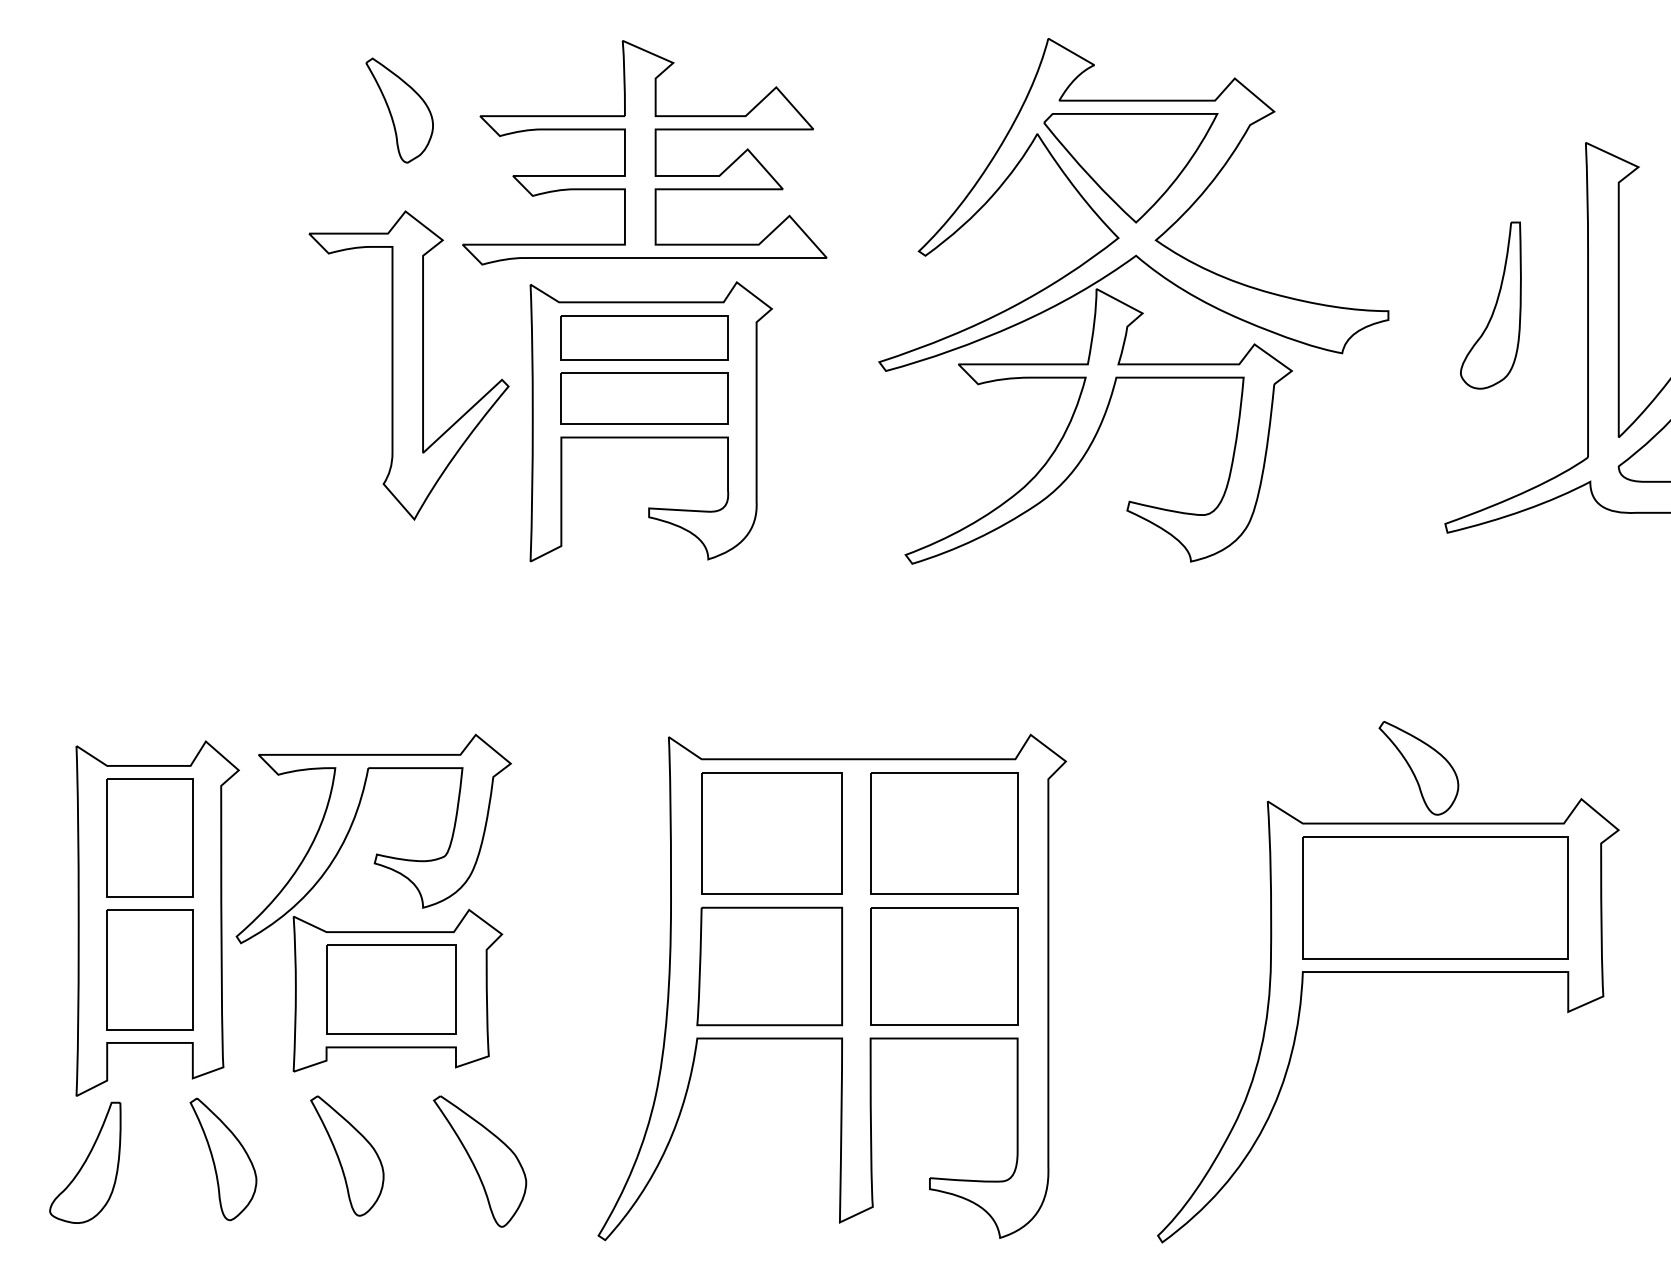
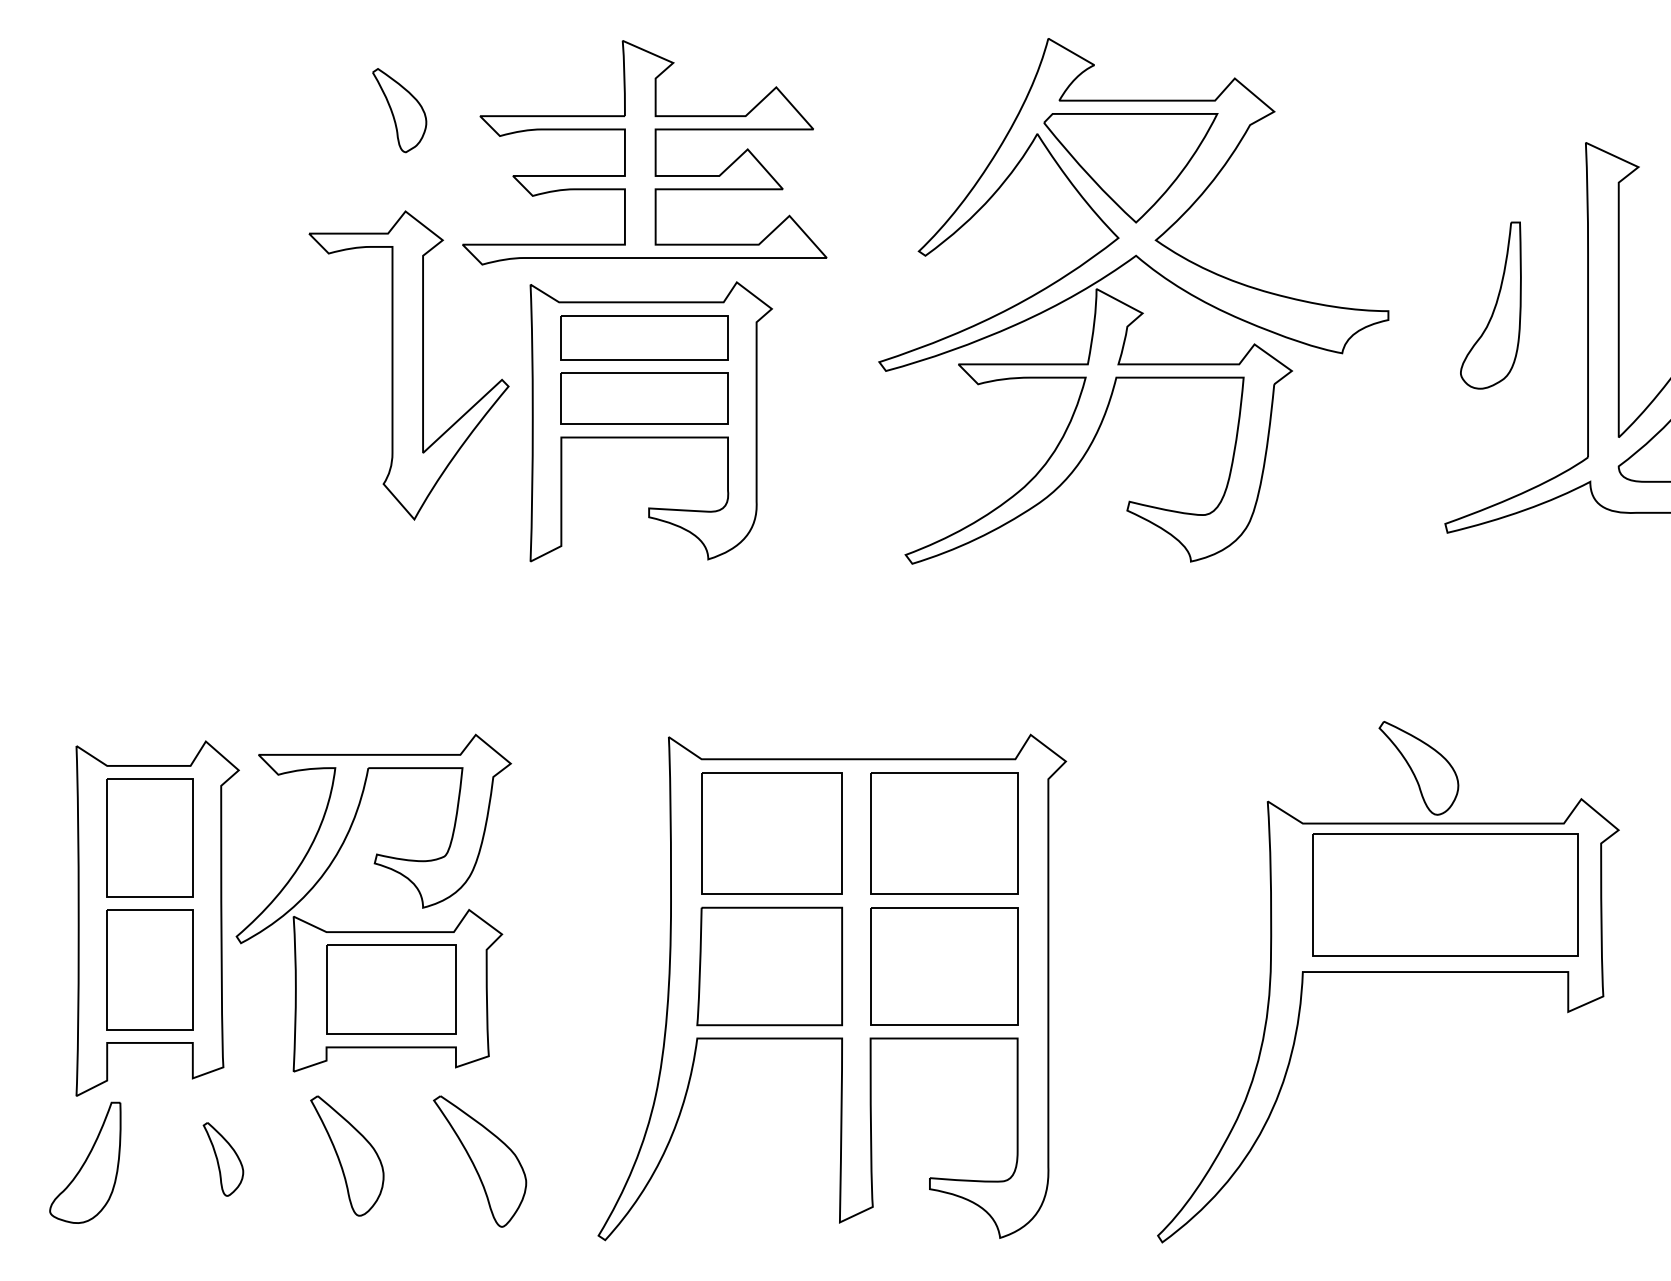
part at (399, 110) size: 69x107 px -> 56x86 px
part at (1435, 897) position: (1435, 897) -> (1445, 894)
part at (223, 1159) size: 69x125 px -> 43x75 px
